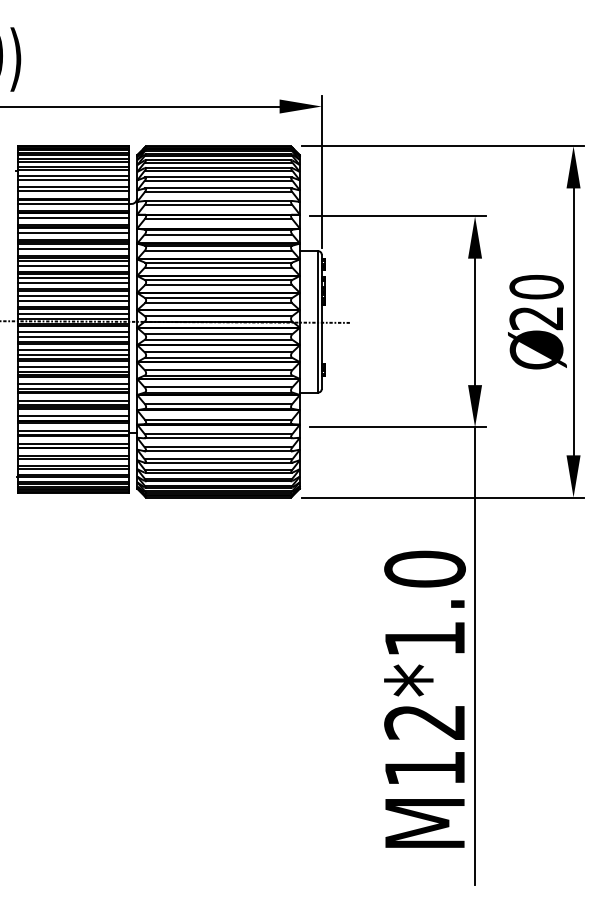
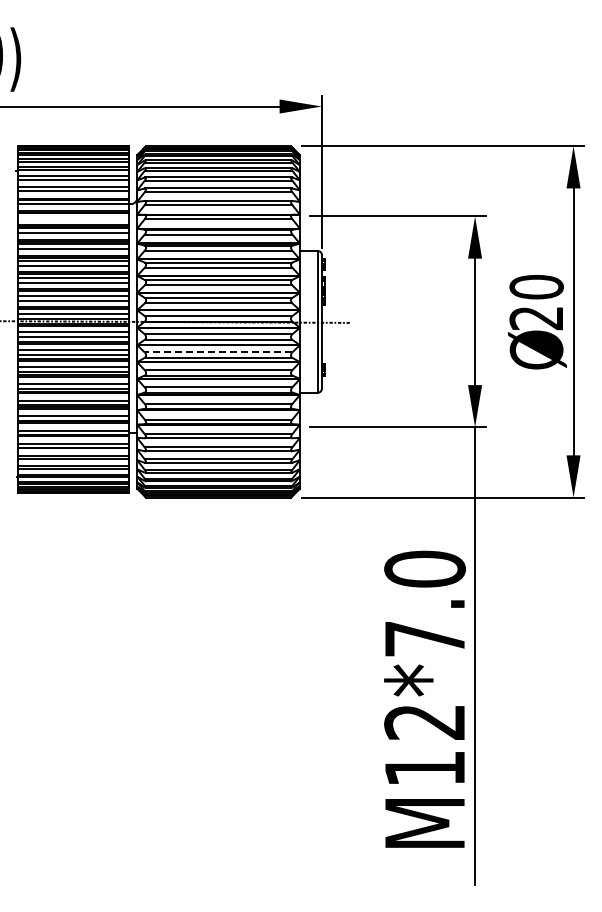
line at (72, 217): present -> none
line at (218, 352): solid -> dashed
text at (424, 639): M12*1.0 -> M12*7.0
